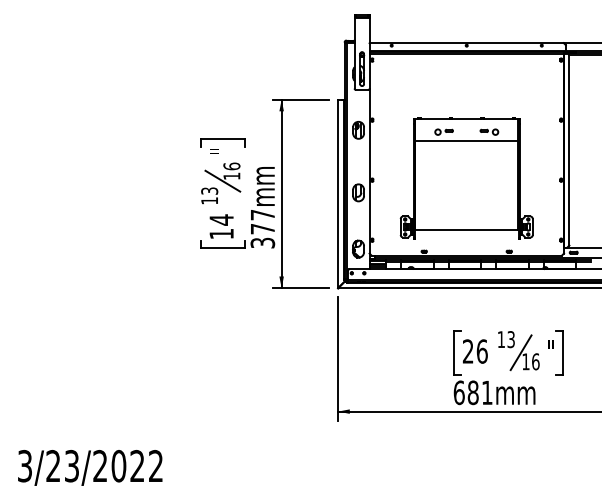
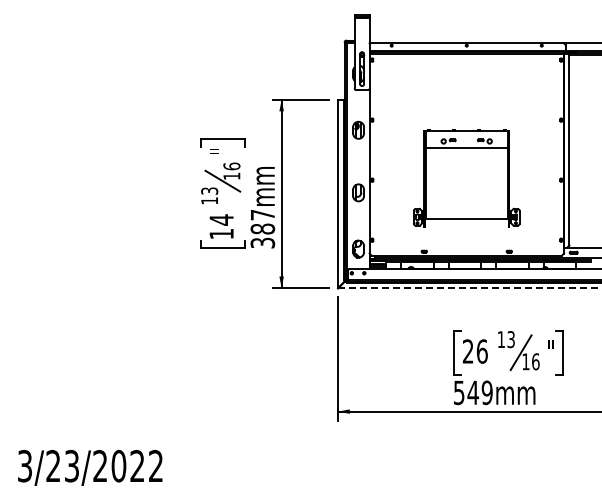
part at (466, 178) size: 135x123 px -> 108x99 px
text at (262, 228): 377mm -> 387mm
line at (469, 288): solid -> dashed
text at (472, 392): 681mm -> 549mm
